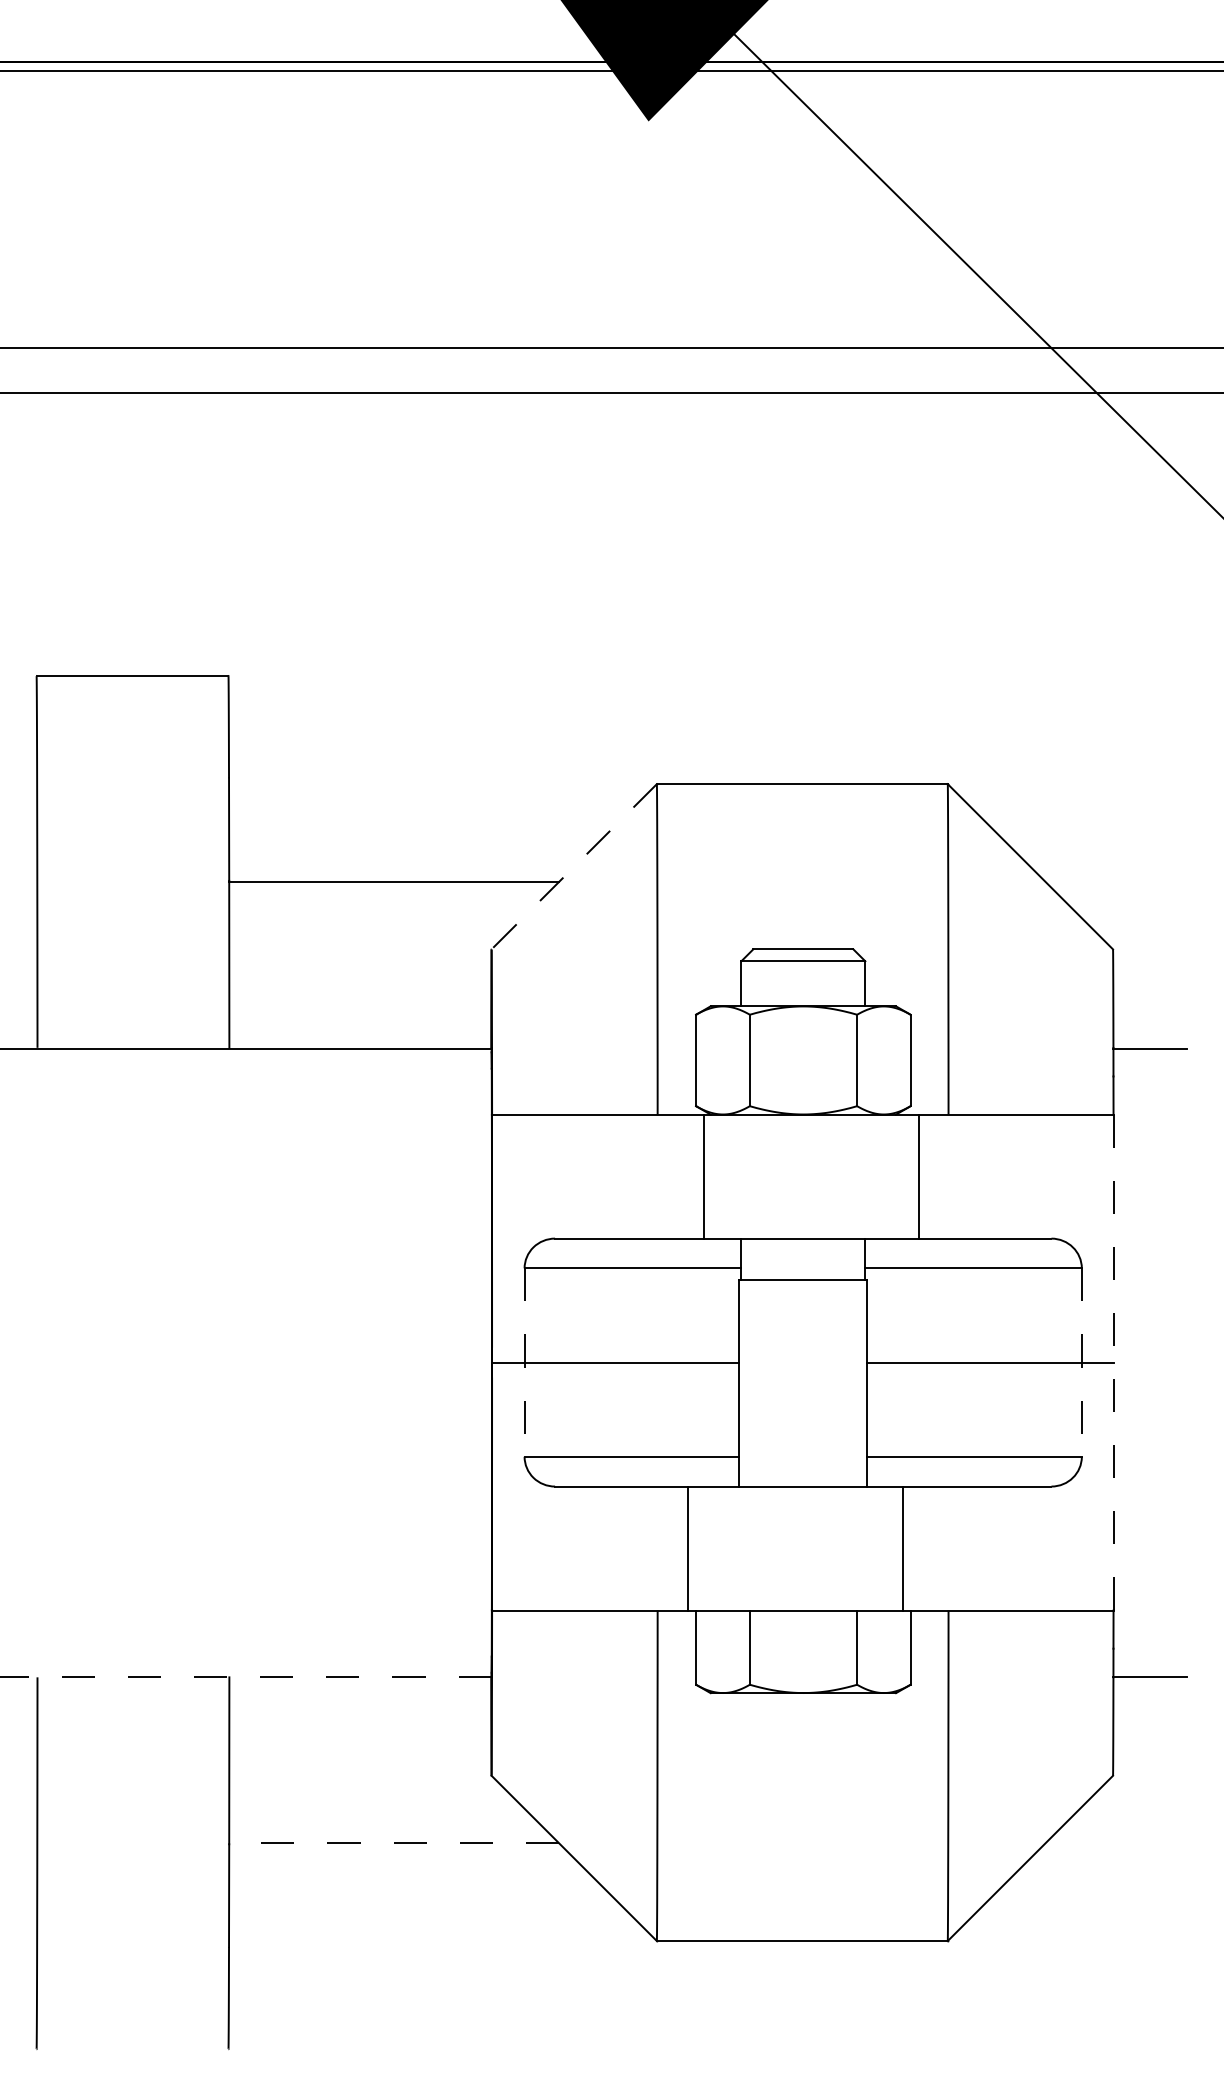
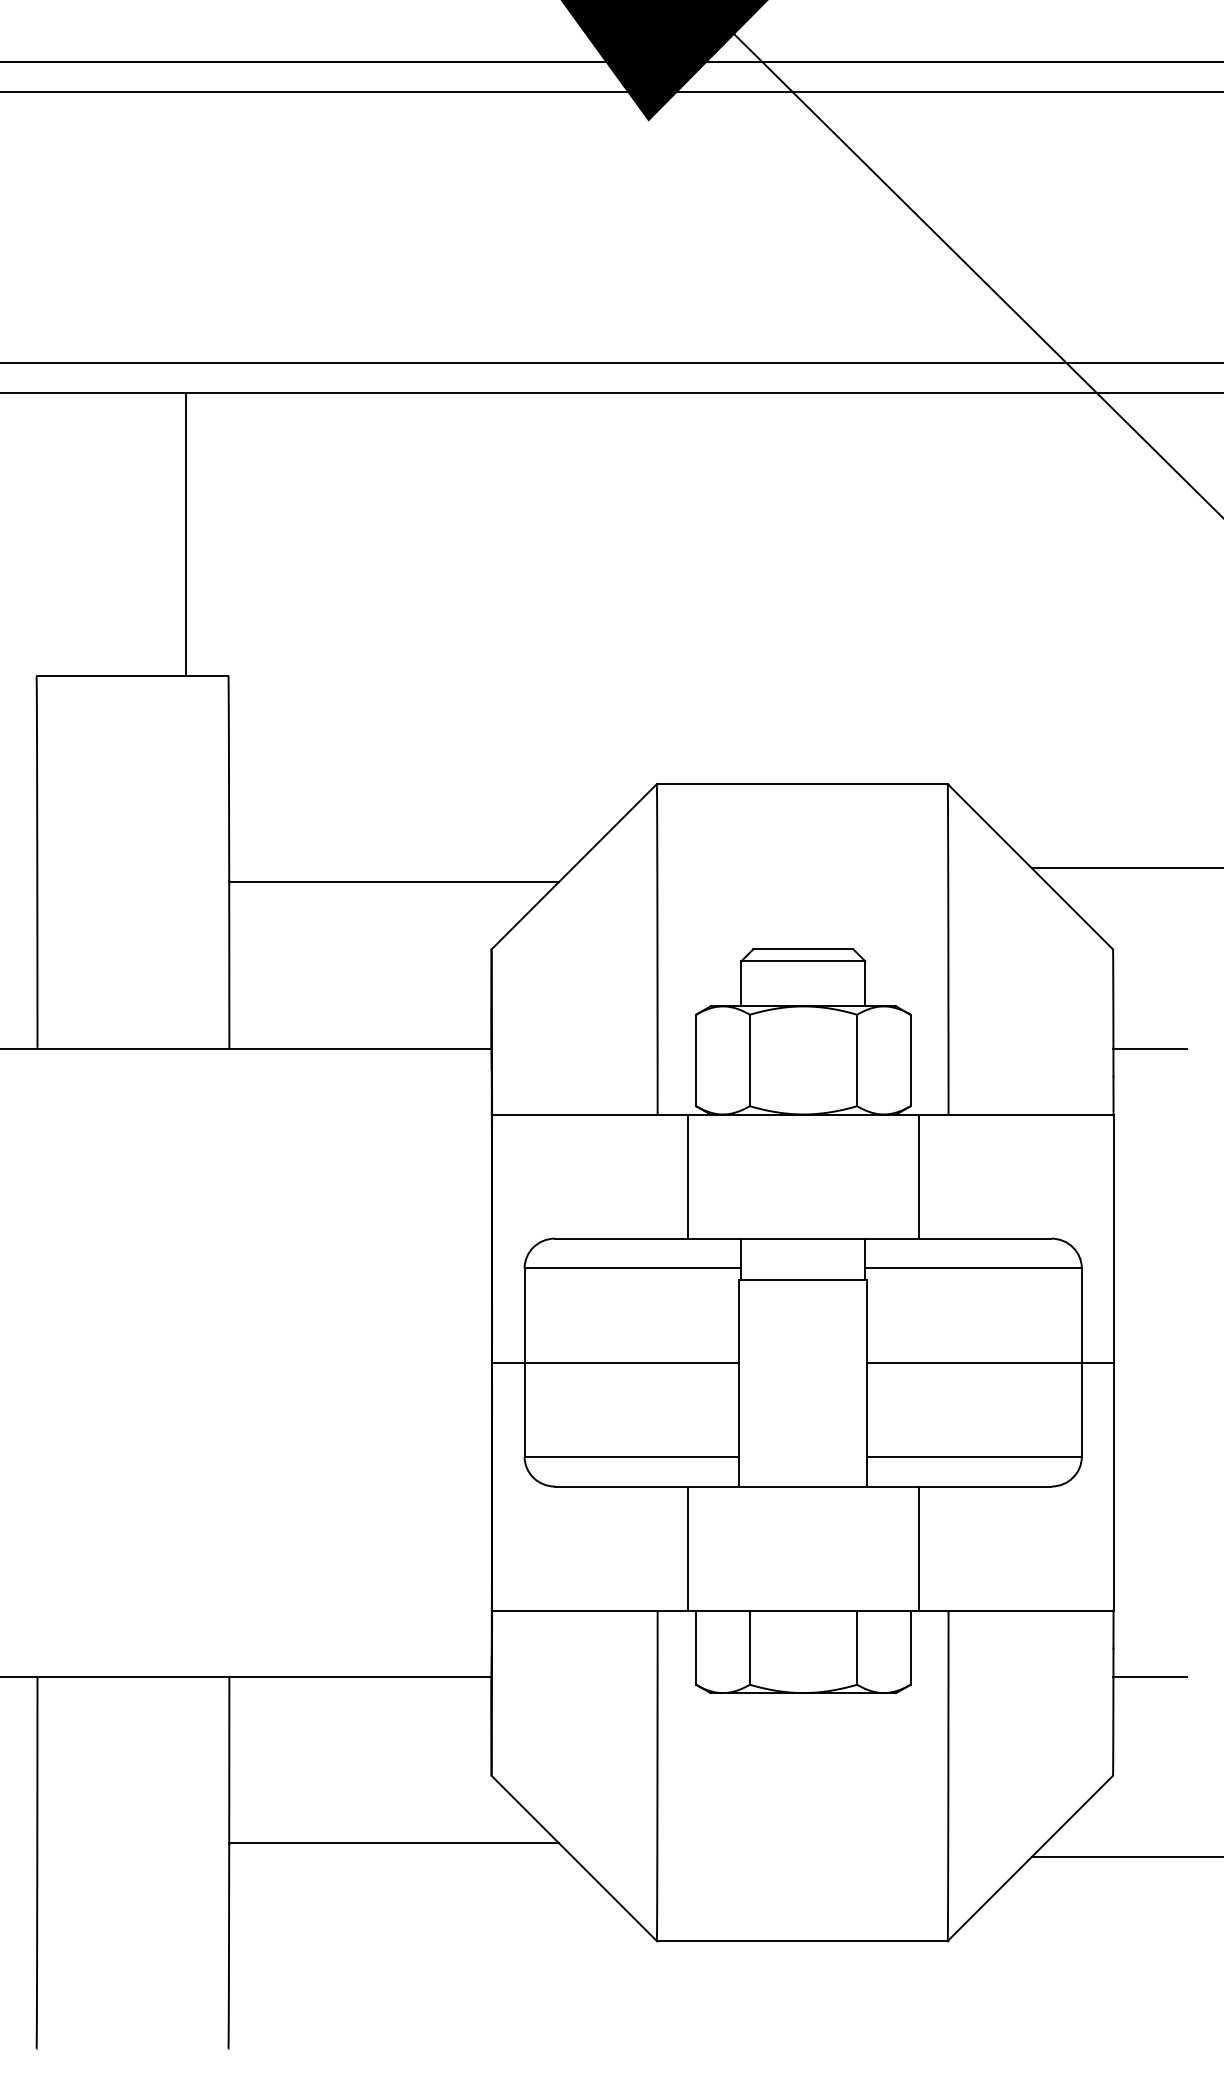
line at (611, 70) position: (611, 70) -> (611, 91)
line at (611, 348) position: (611, 348) -> (611, 363)
line at (186, 533): none -> present
line at (574, 866): dashed -> solid
line at (1125, 868): none -> present
line at (703, 1176) position: (703, 1176) -> (687, 1176)
line at (1113, 1362): dashed -> solid
line at (524, 1363): dashed -> solid
line at (1081, 1363): dashed -> solid
line at (903, 1548) position: (903, 1548) -> (919, 1548)
line at (245, 1676): dashed -> solid
line at (394, 1843): dashed -> solid
line at (1125, 1857): none -> present
